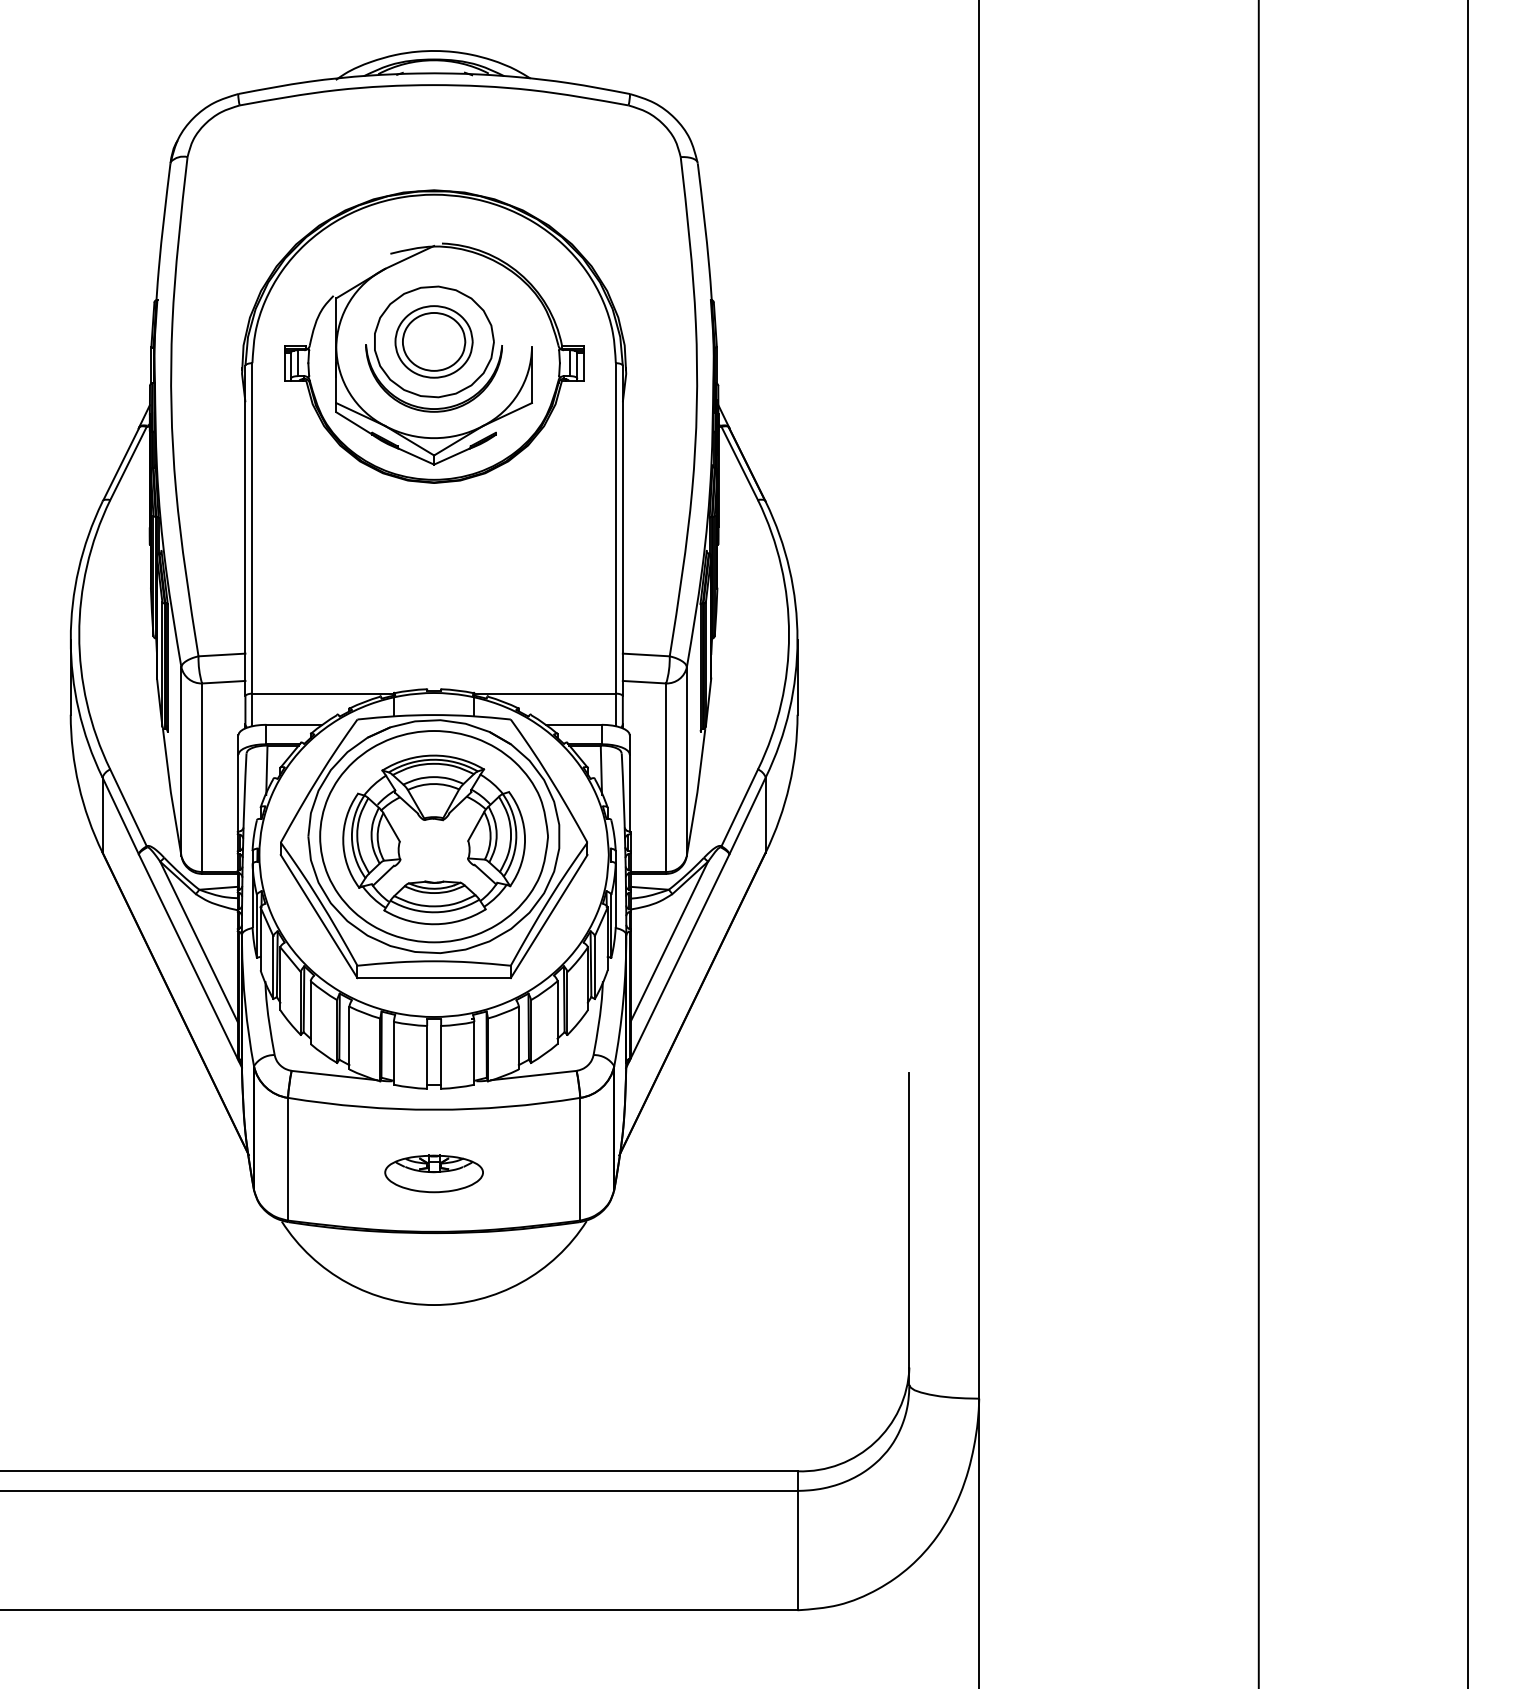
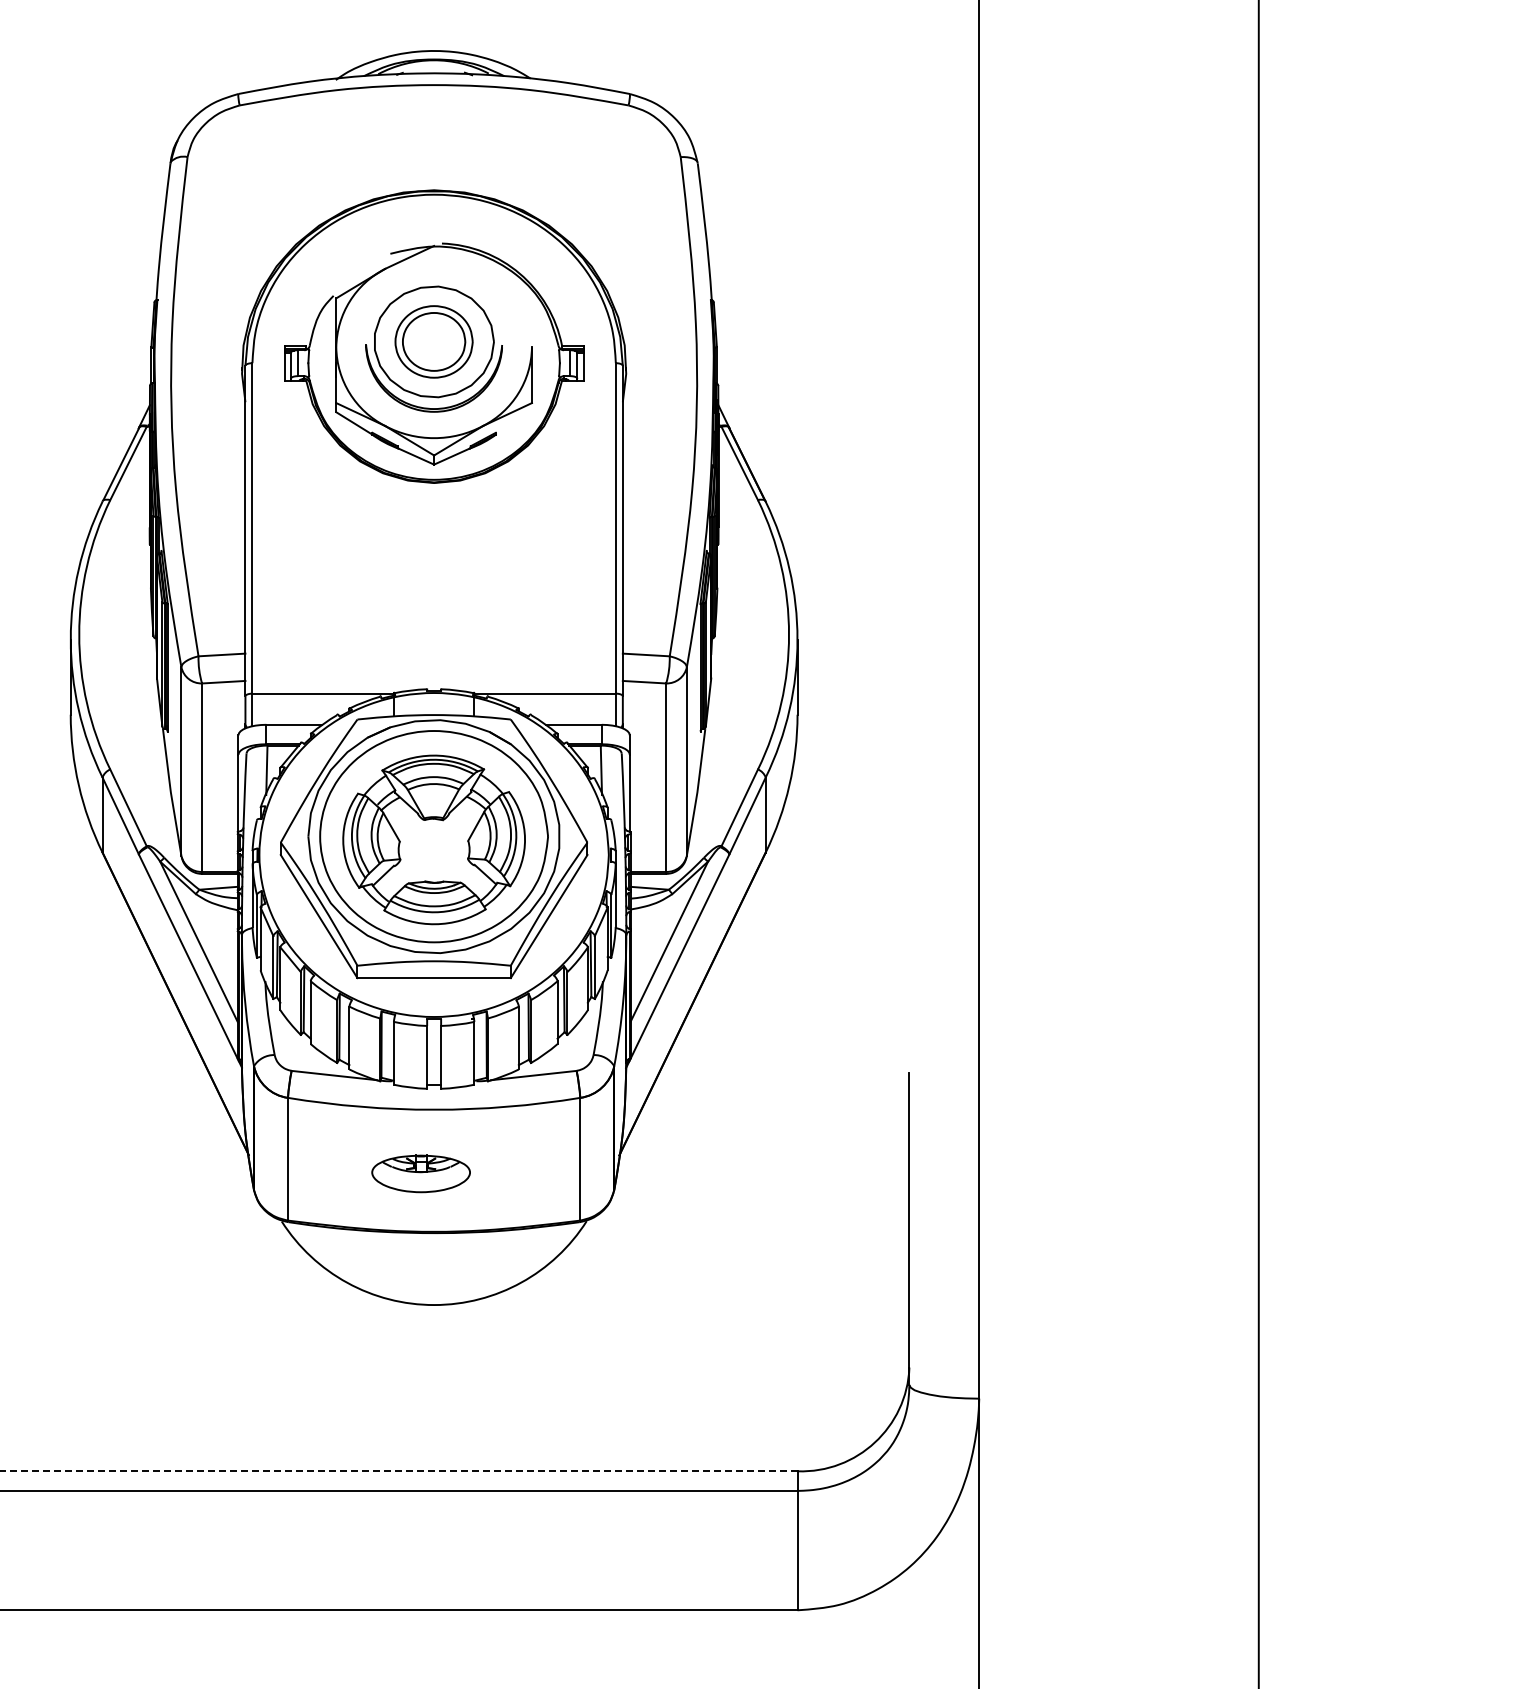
line at (1468, 843): present -> none
part at (433, 1173) position: (433, 1173) -> (420, 1173)
line at (398, 1471): solid -> dashed
